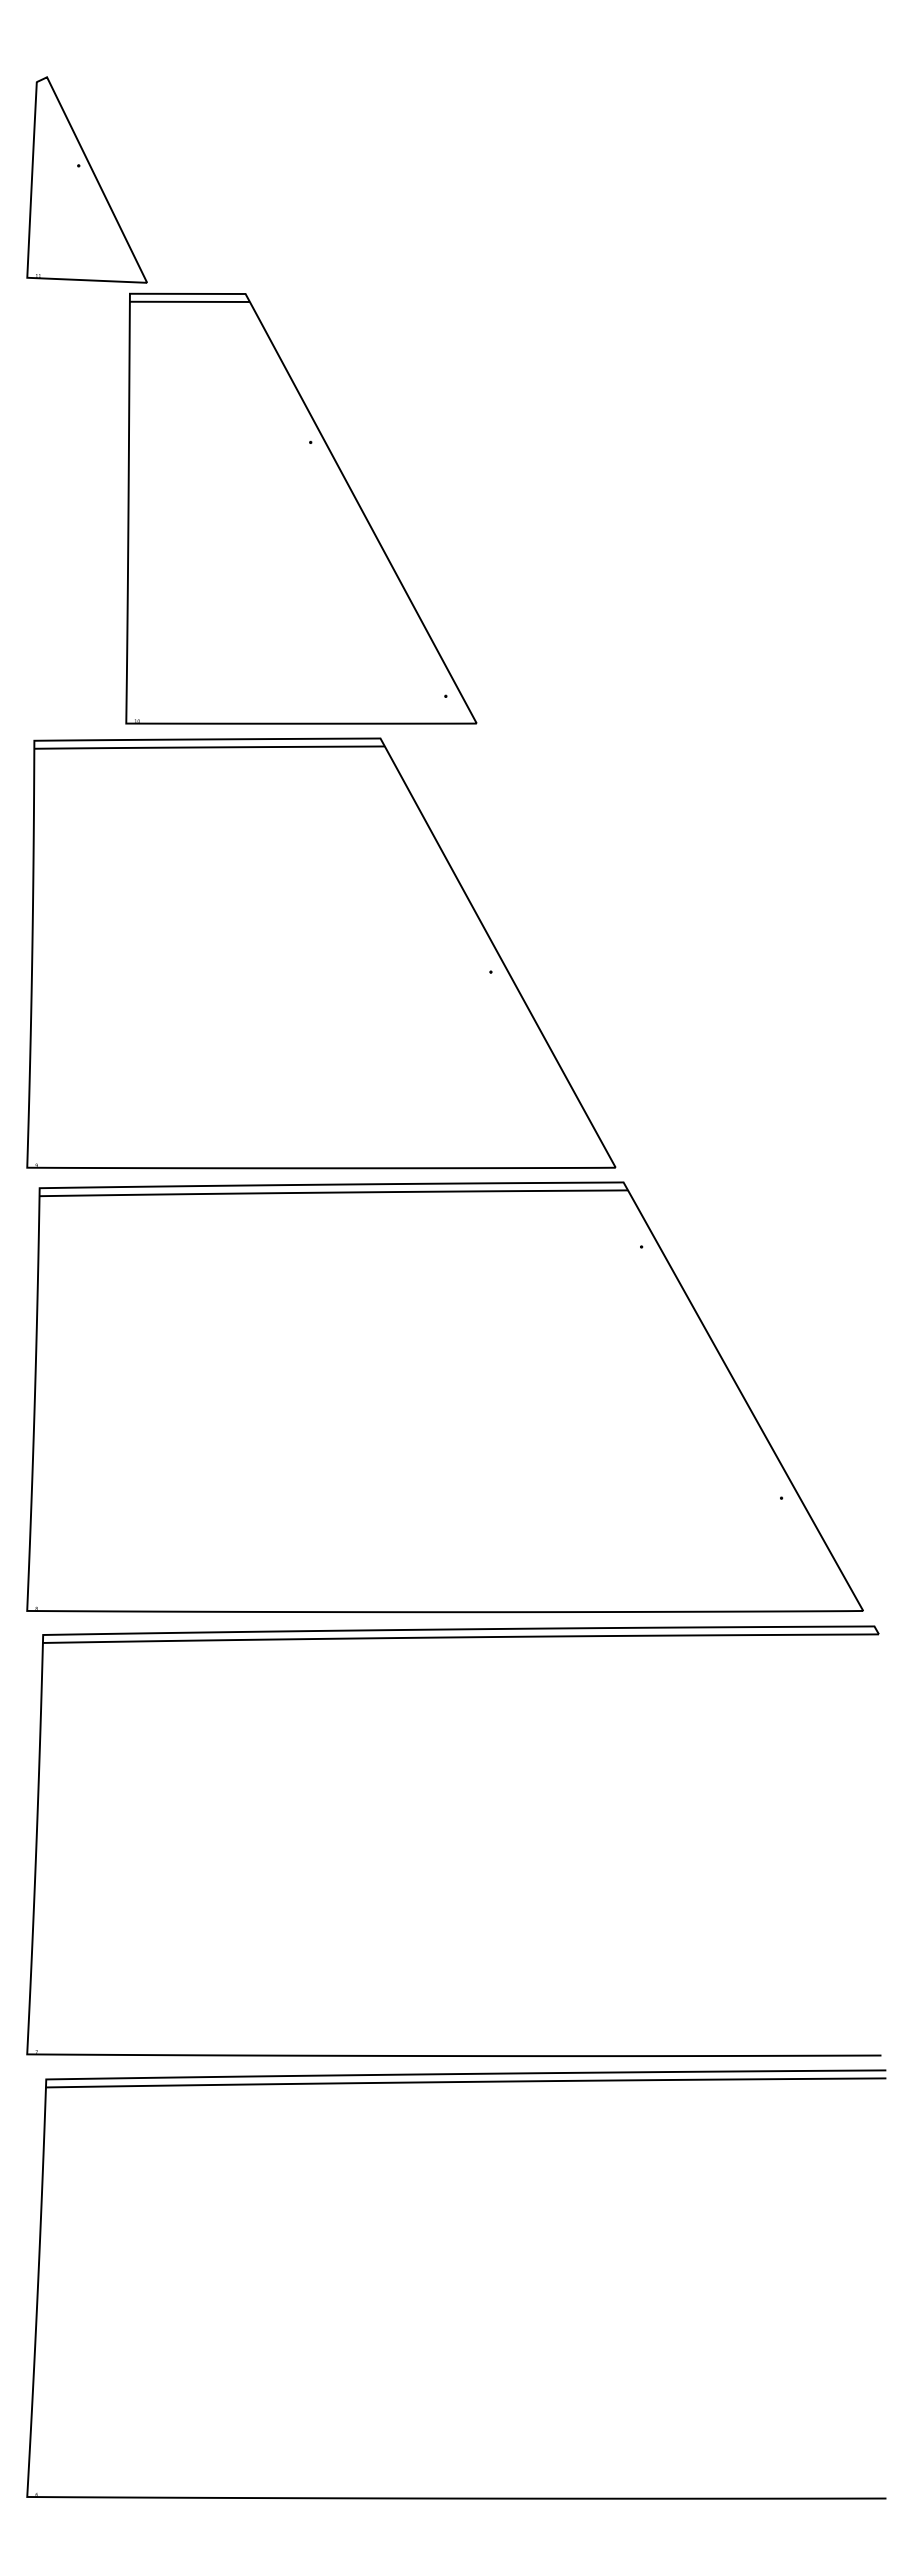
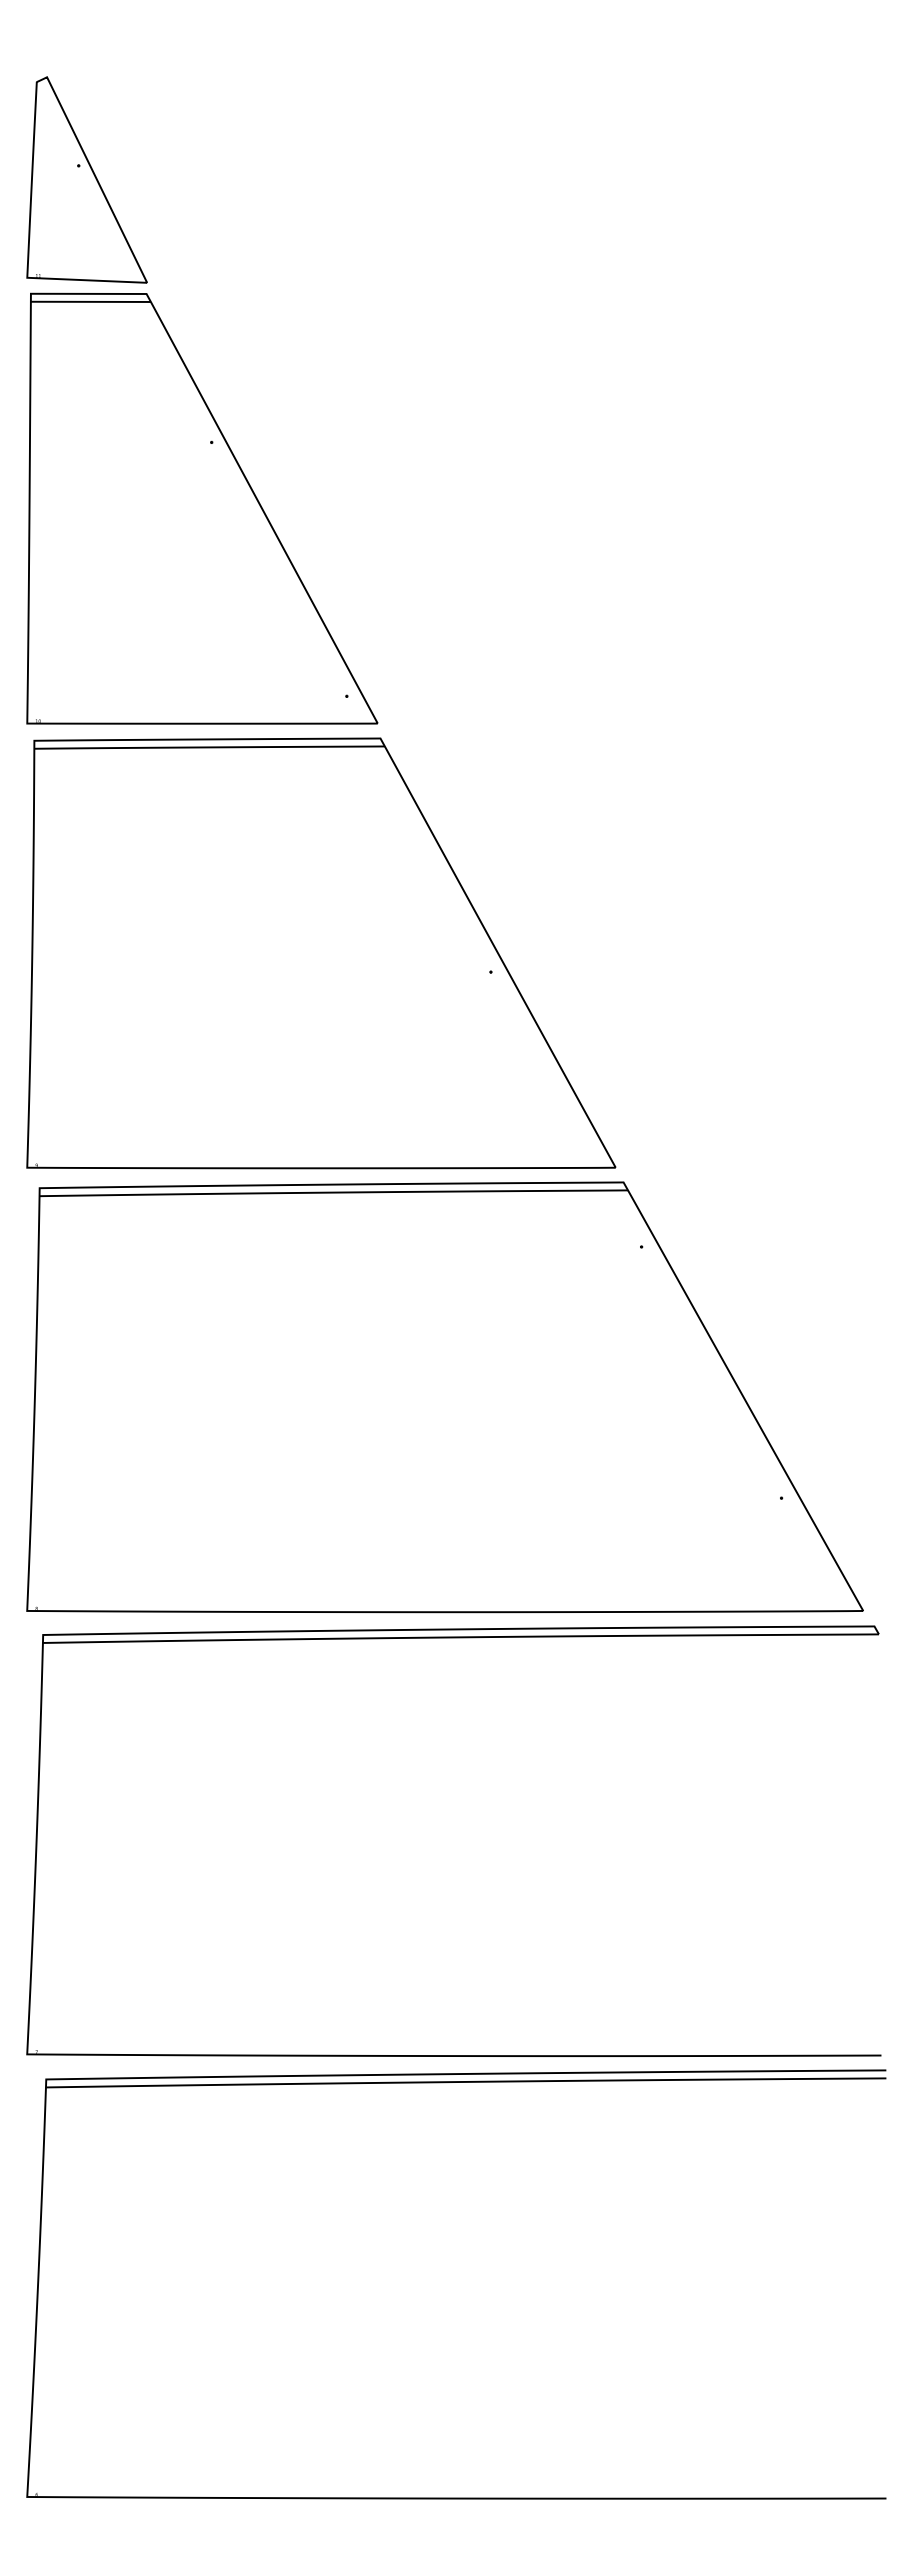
part at (301, 508) position: (301, 508) -> (202, 508)
